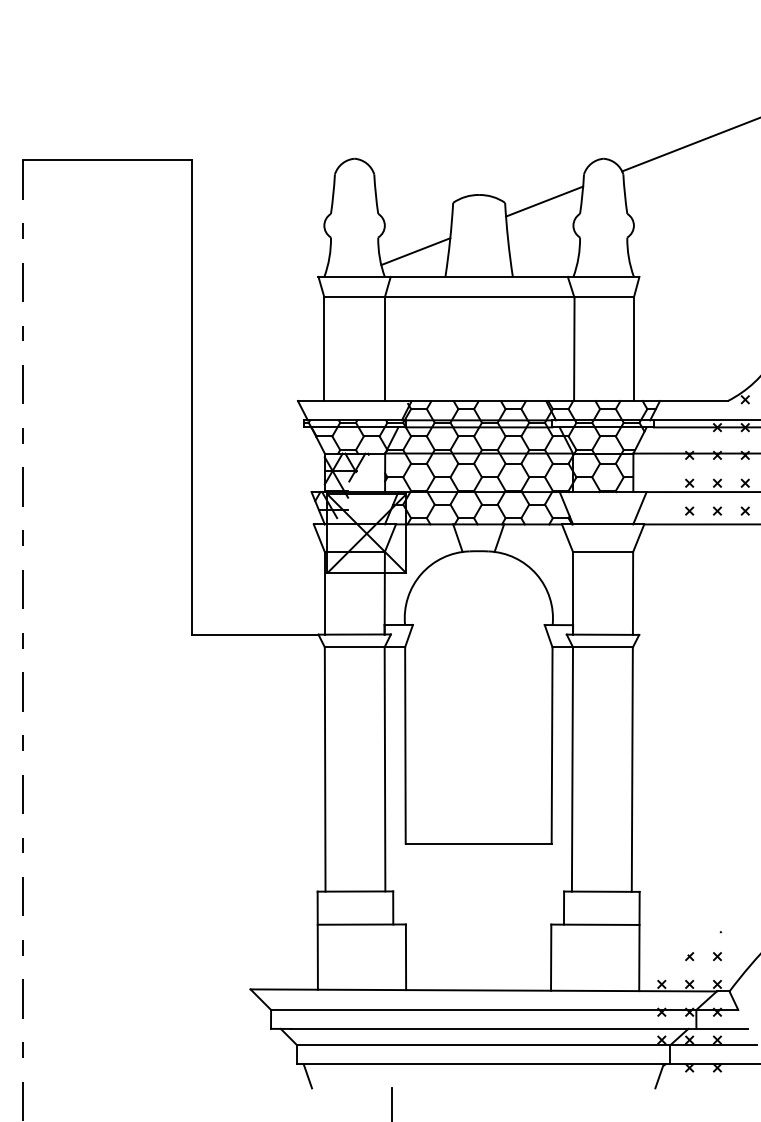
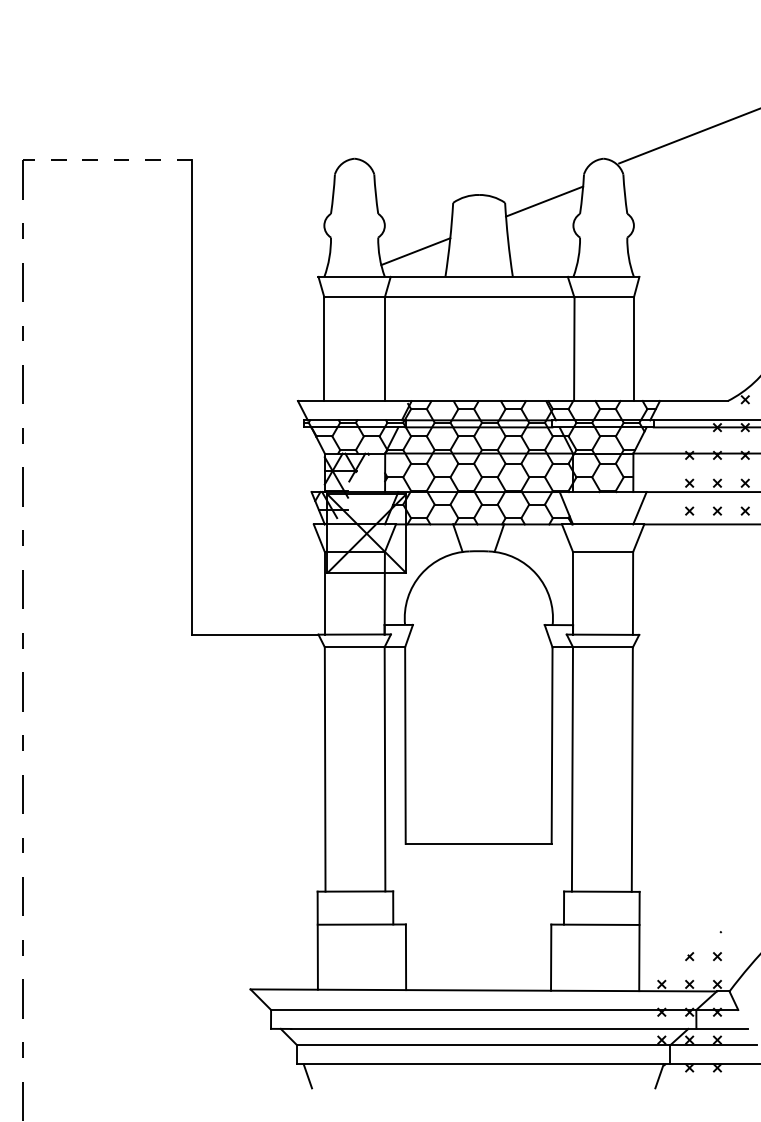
line at (689, 144) position: (689, 144) -> (688, 136)
line at (107, 160): solid -> dashed
line at (392, 1103): present -> none
